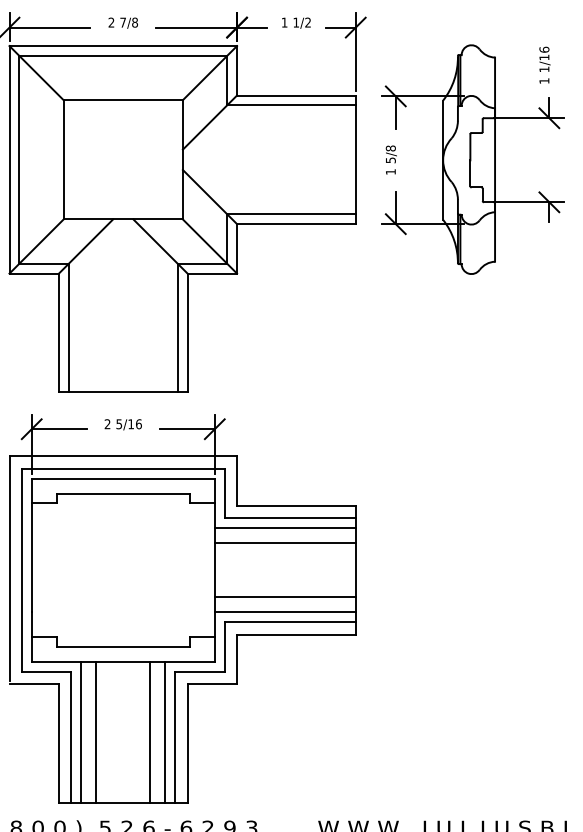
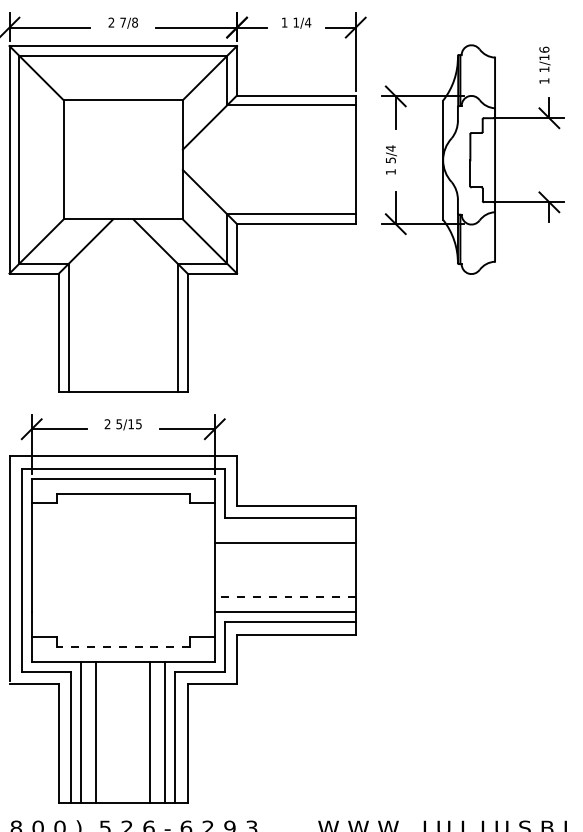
text at (307, 22): 1/2 -> 1/4
text at (390, 148): 5/8 -> 5/4
text at (138, 424): 5/16 -> 5/15
line at (284, 528): present -> none
line at (284, 597): solid -> dashed
line at (123, 646): solid -> dashed
